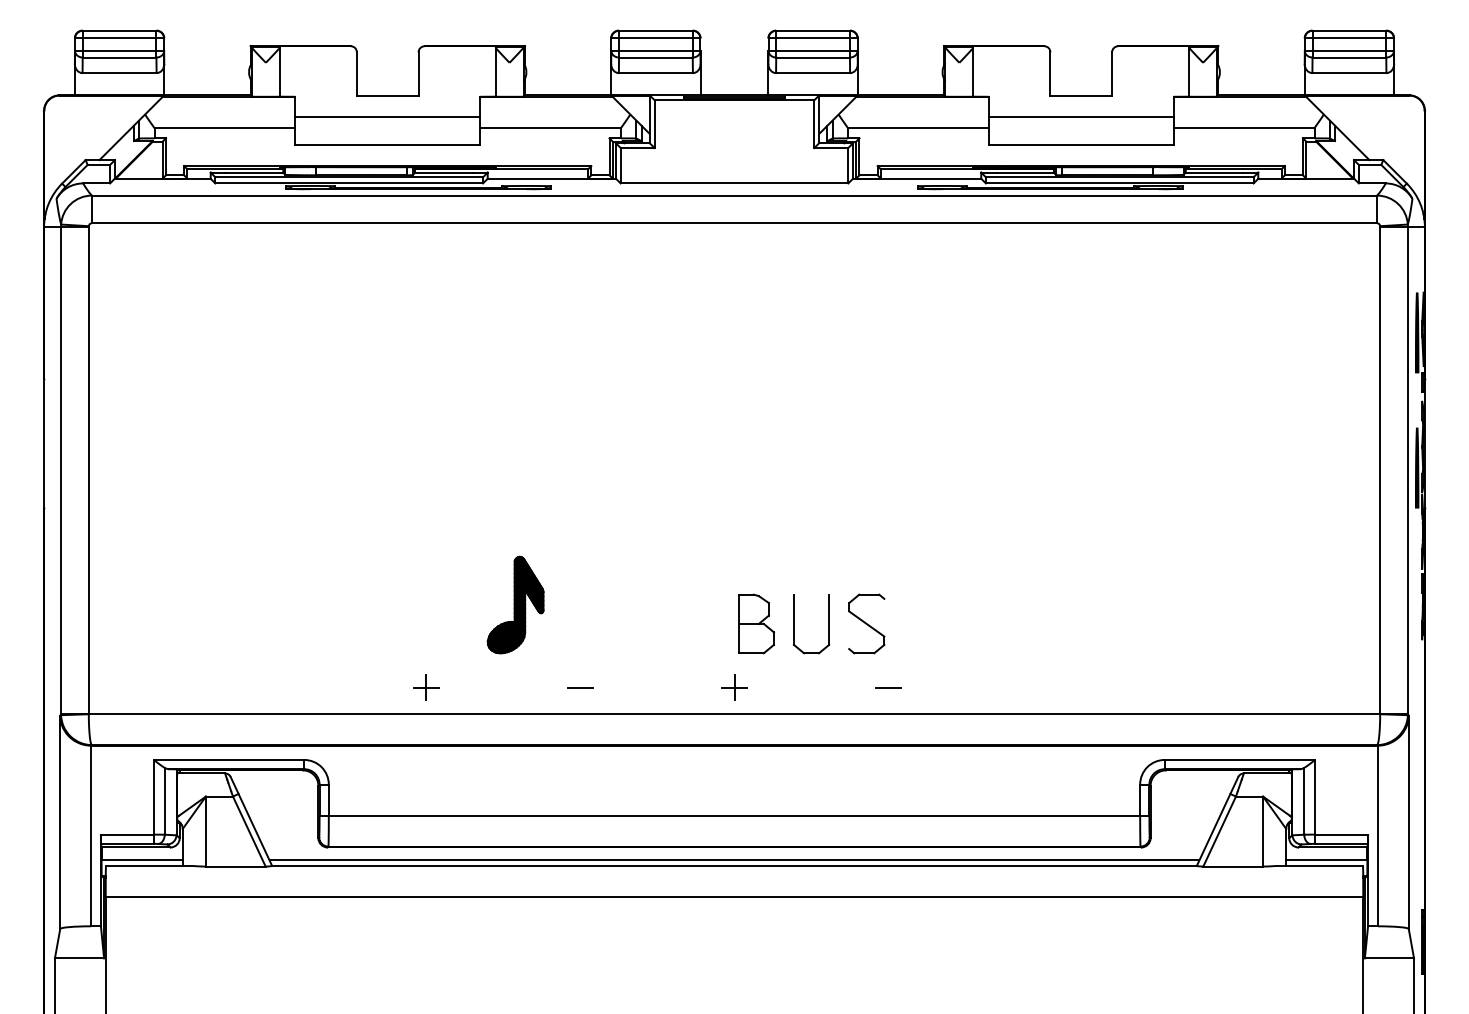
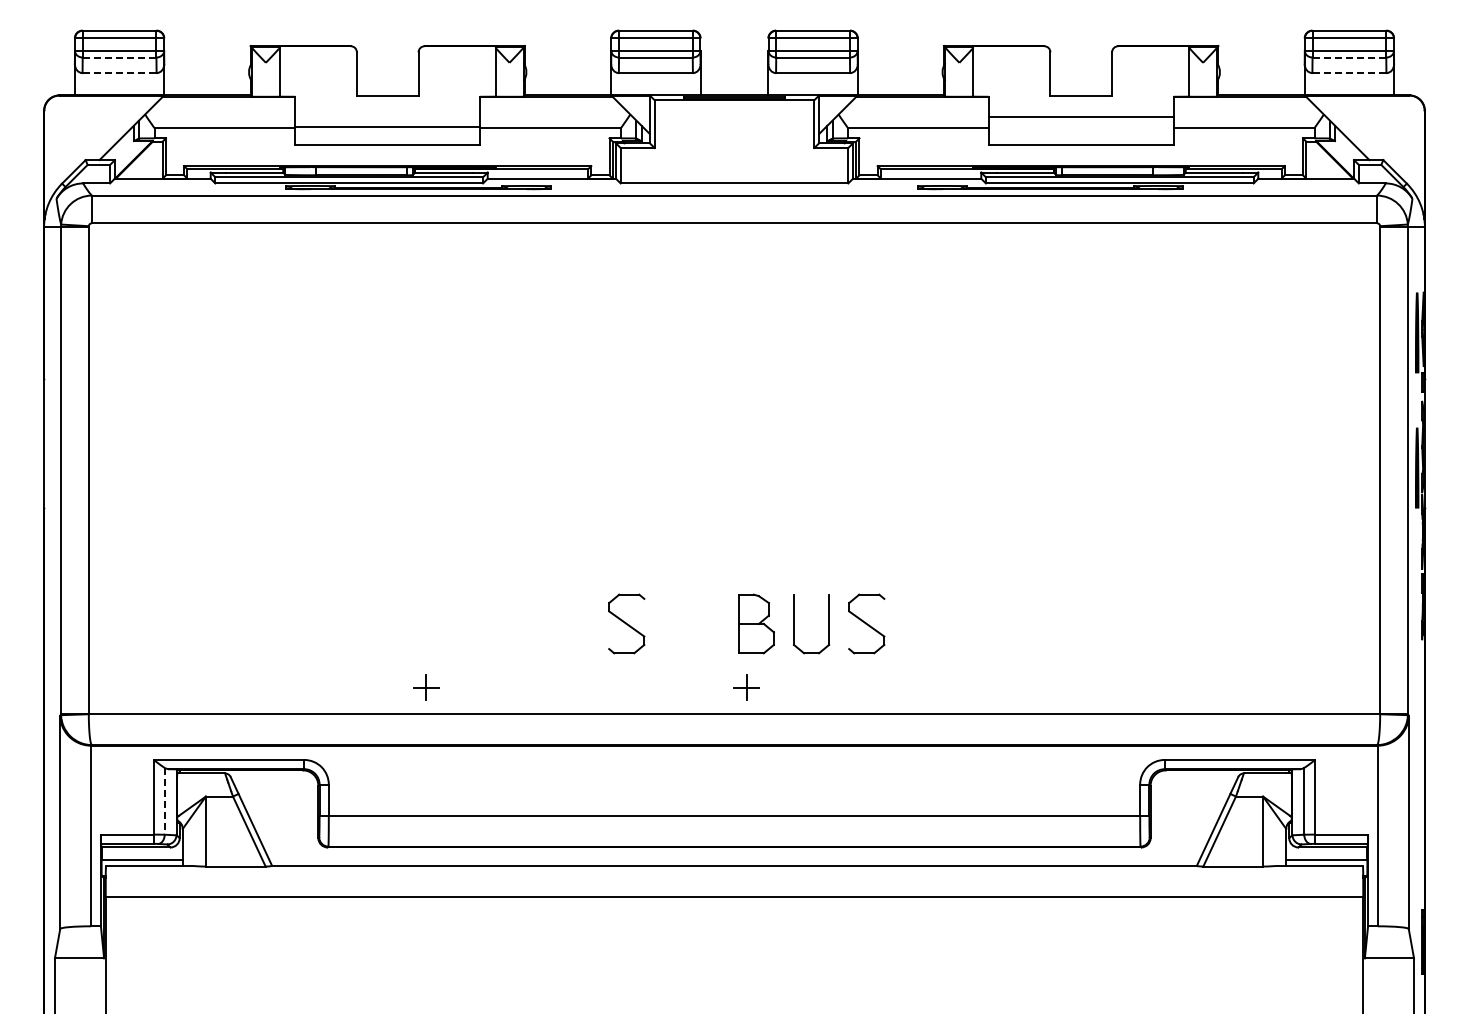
line at (119, 57): solid -> dashed
line at (1349, 57): solid -> dashed
line at (120, 73): solid -> dashed
line at (1348, 73): solid -> dashed
line at (387, 116) position: (387, 116) -> (387, 126)
part at (515, 604): present -> none
part at (626, 623): none -> present
line at (579, 687): present -> none
part at (734, 687) position: (734, 687) -> (746, 687)
line at (888, 687): present -> none
line at (164, 801): solid -> dashed
line at (734, 860): present -> none
